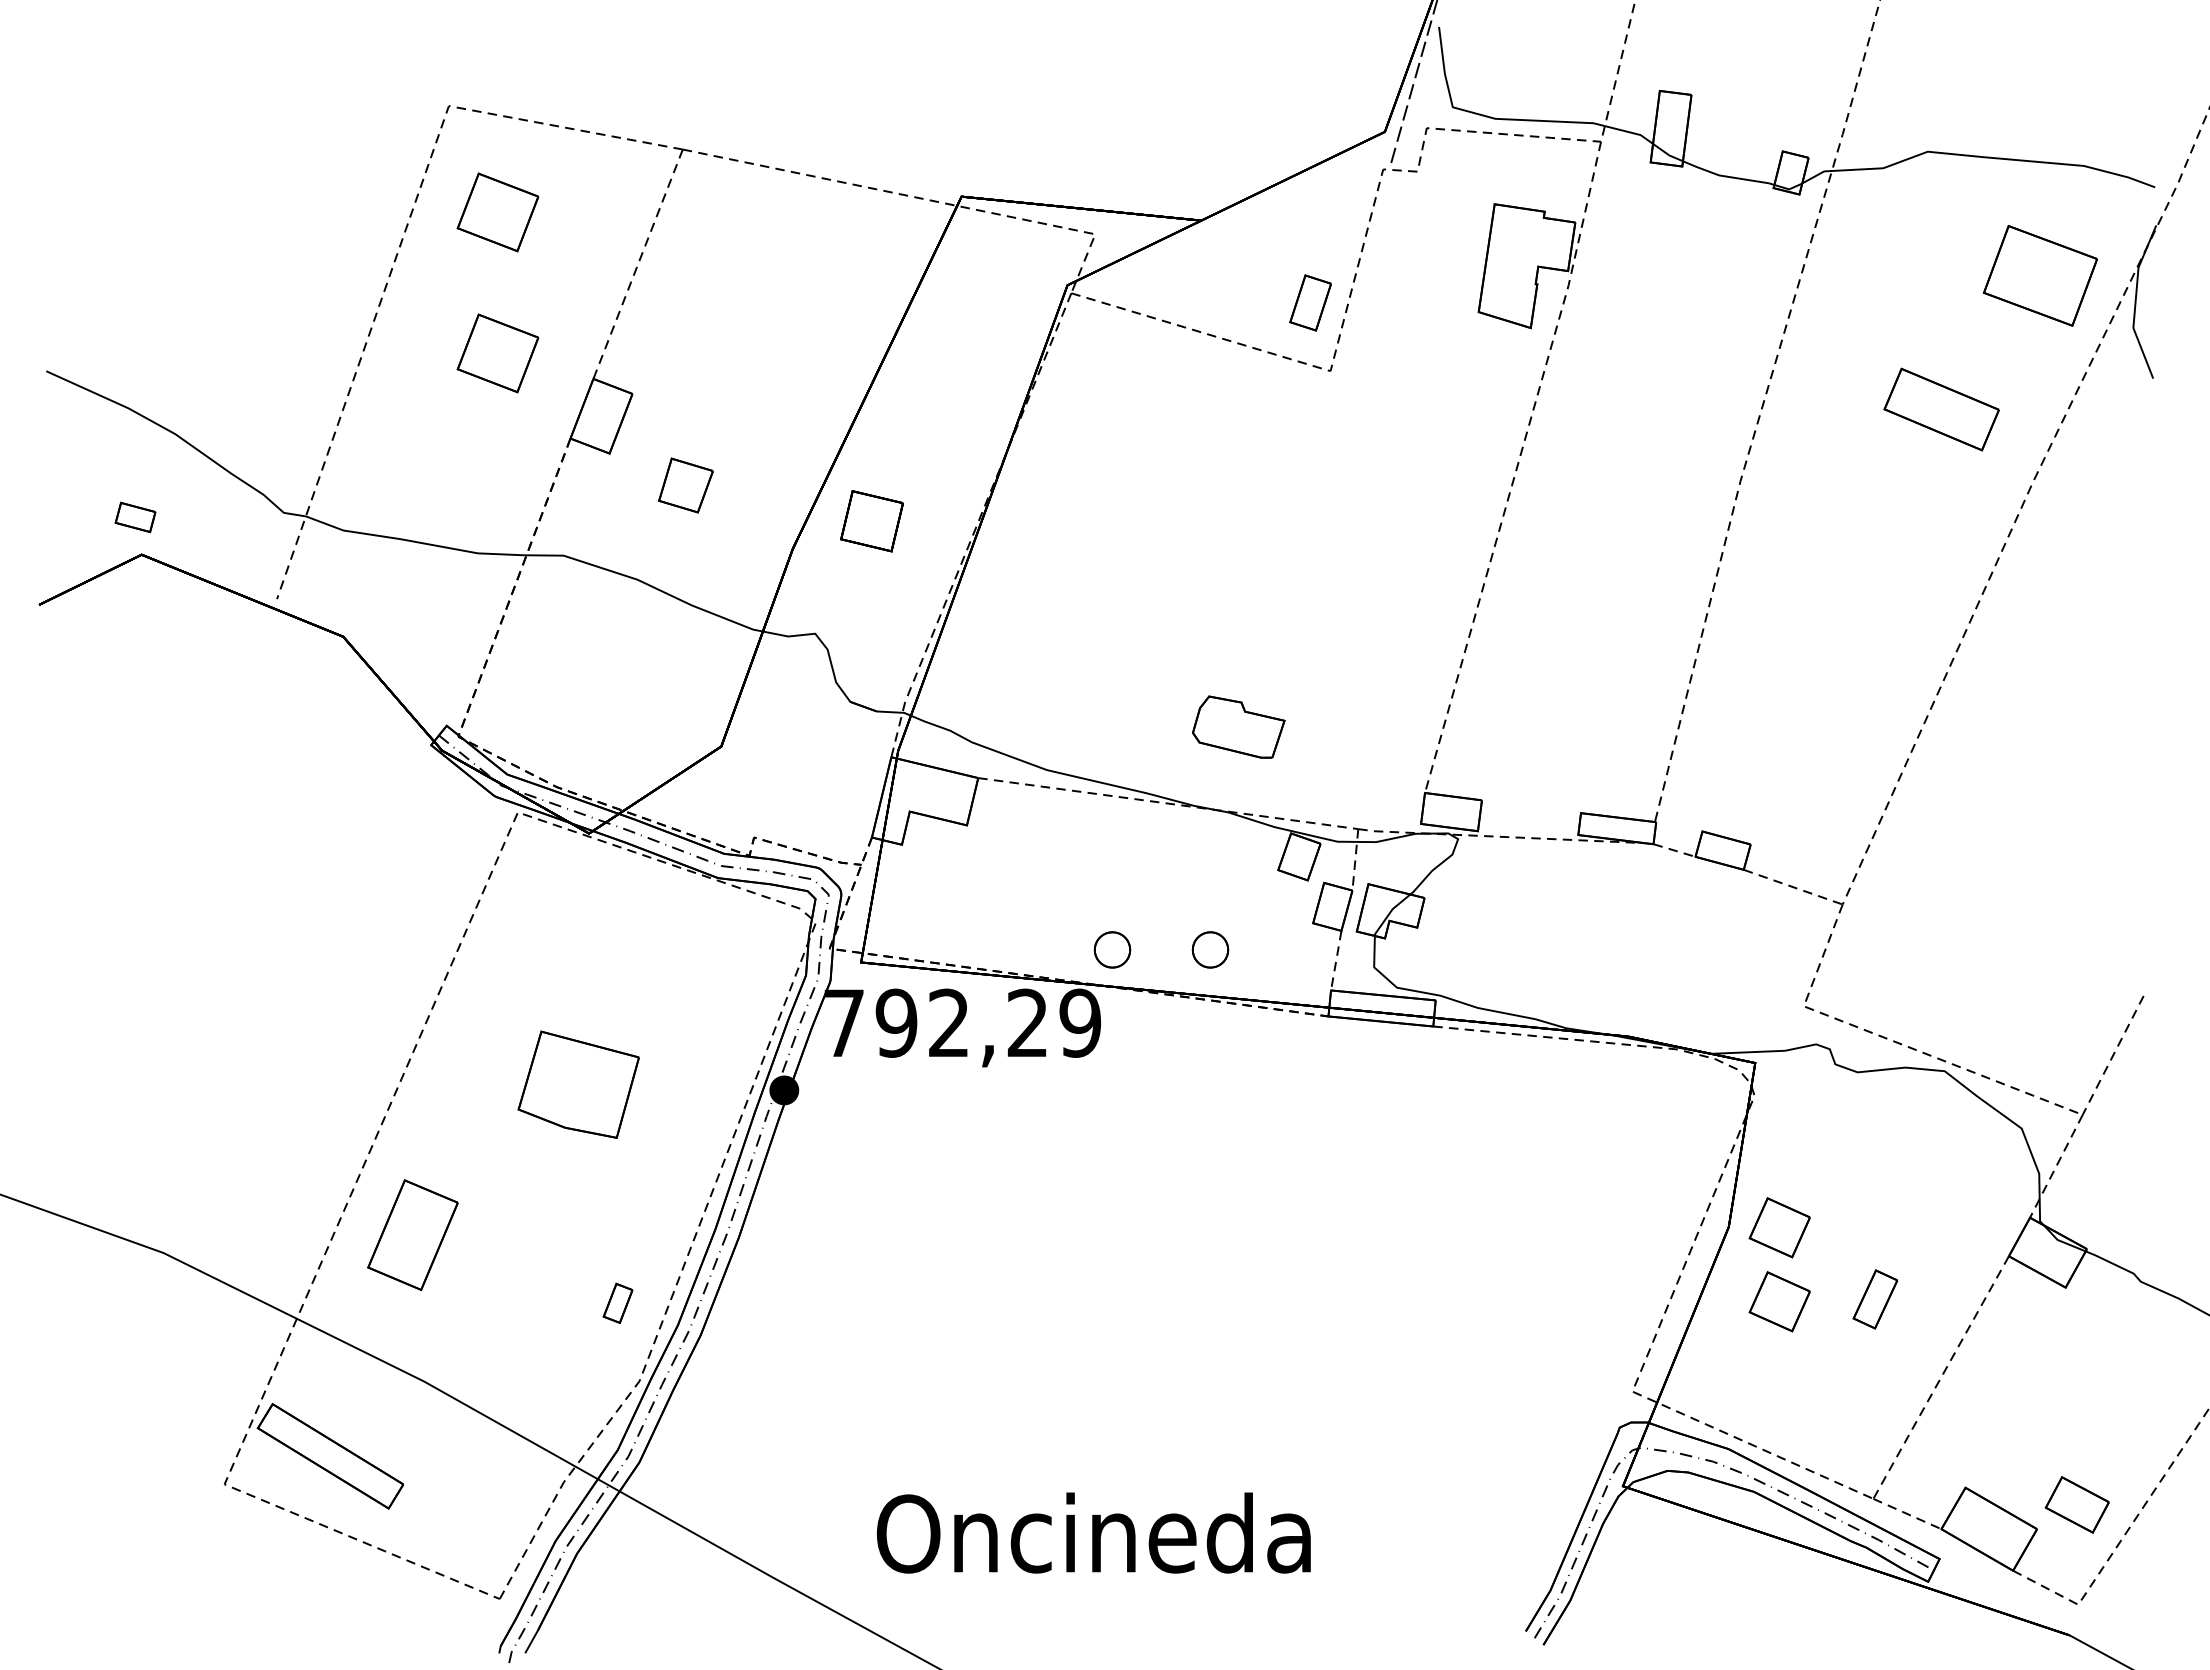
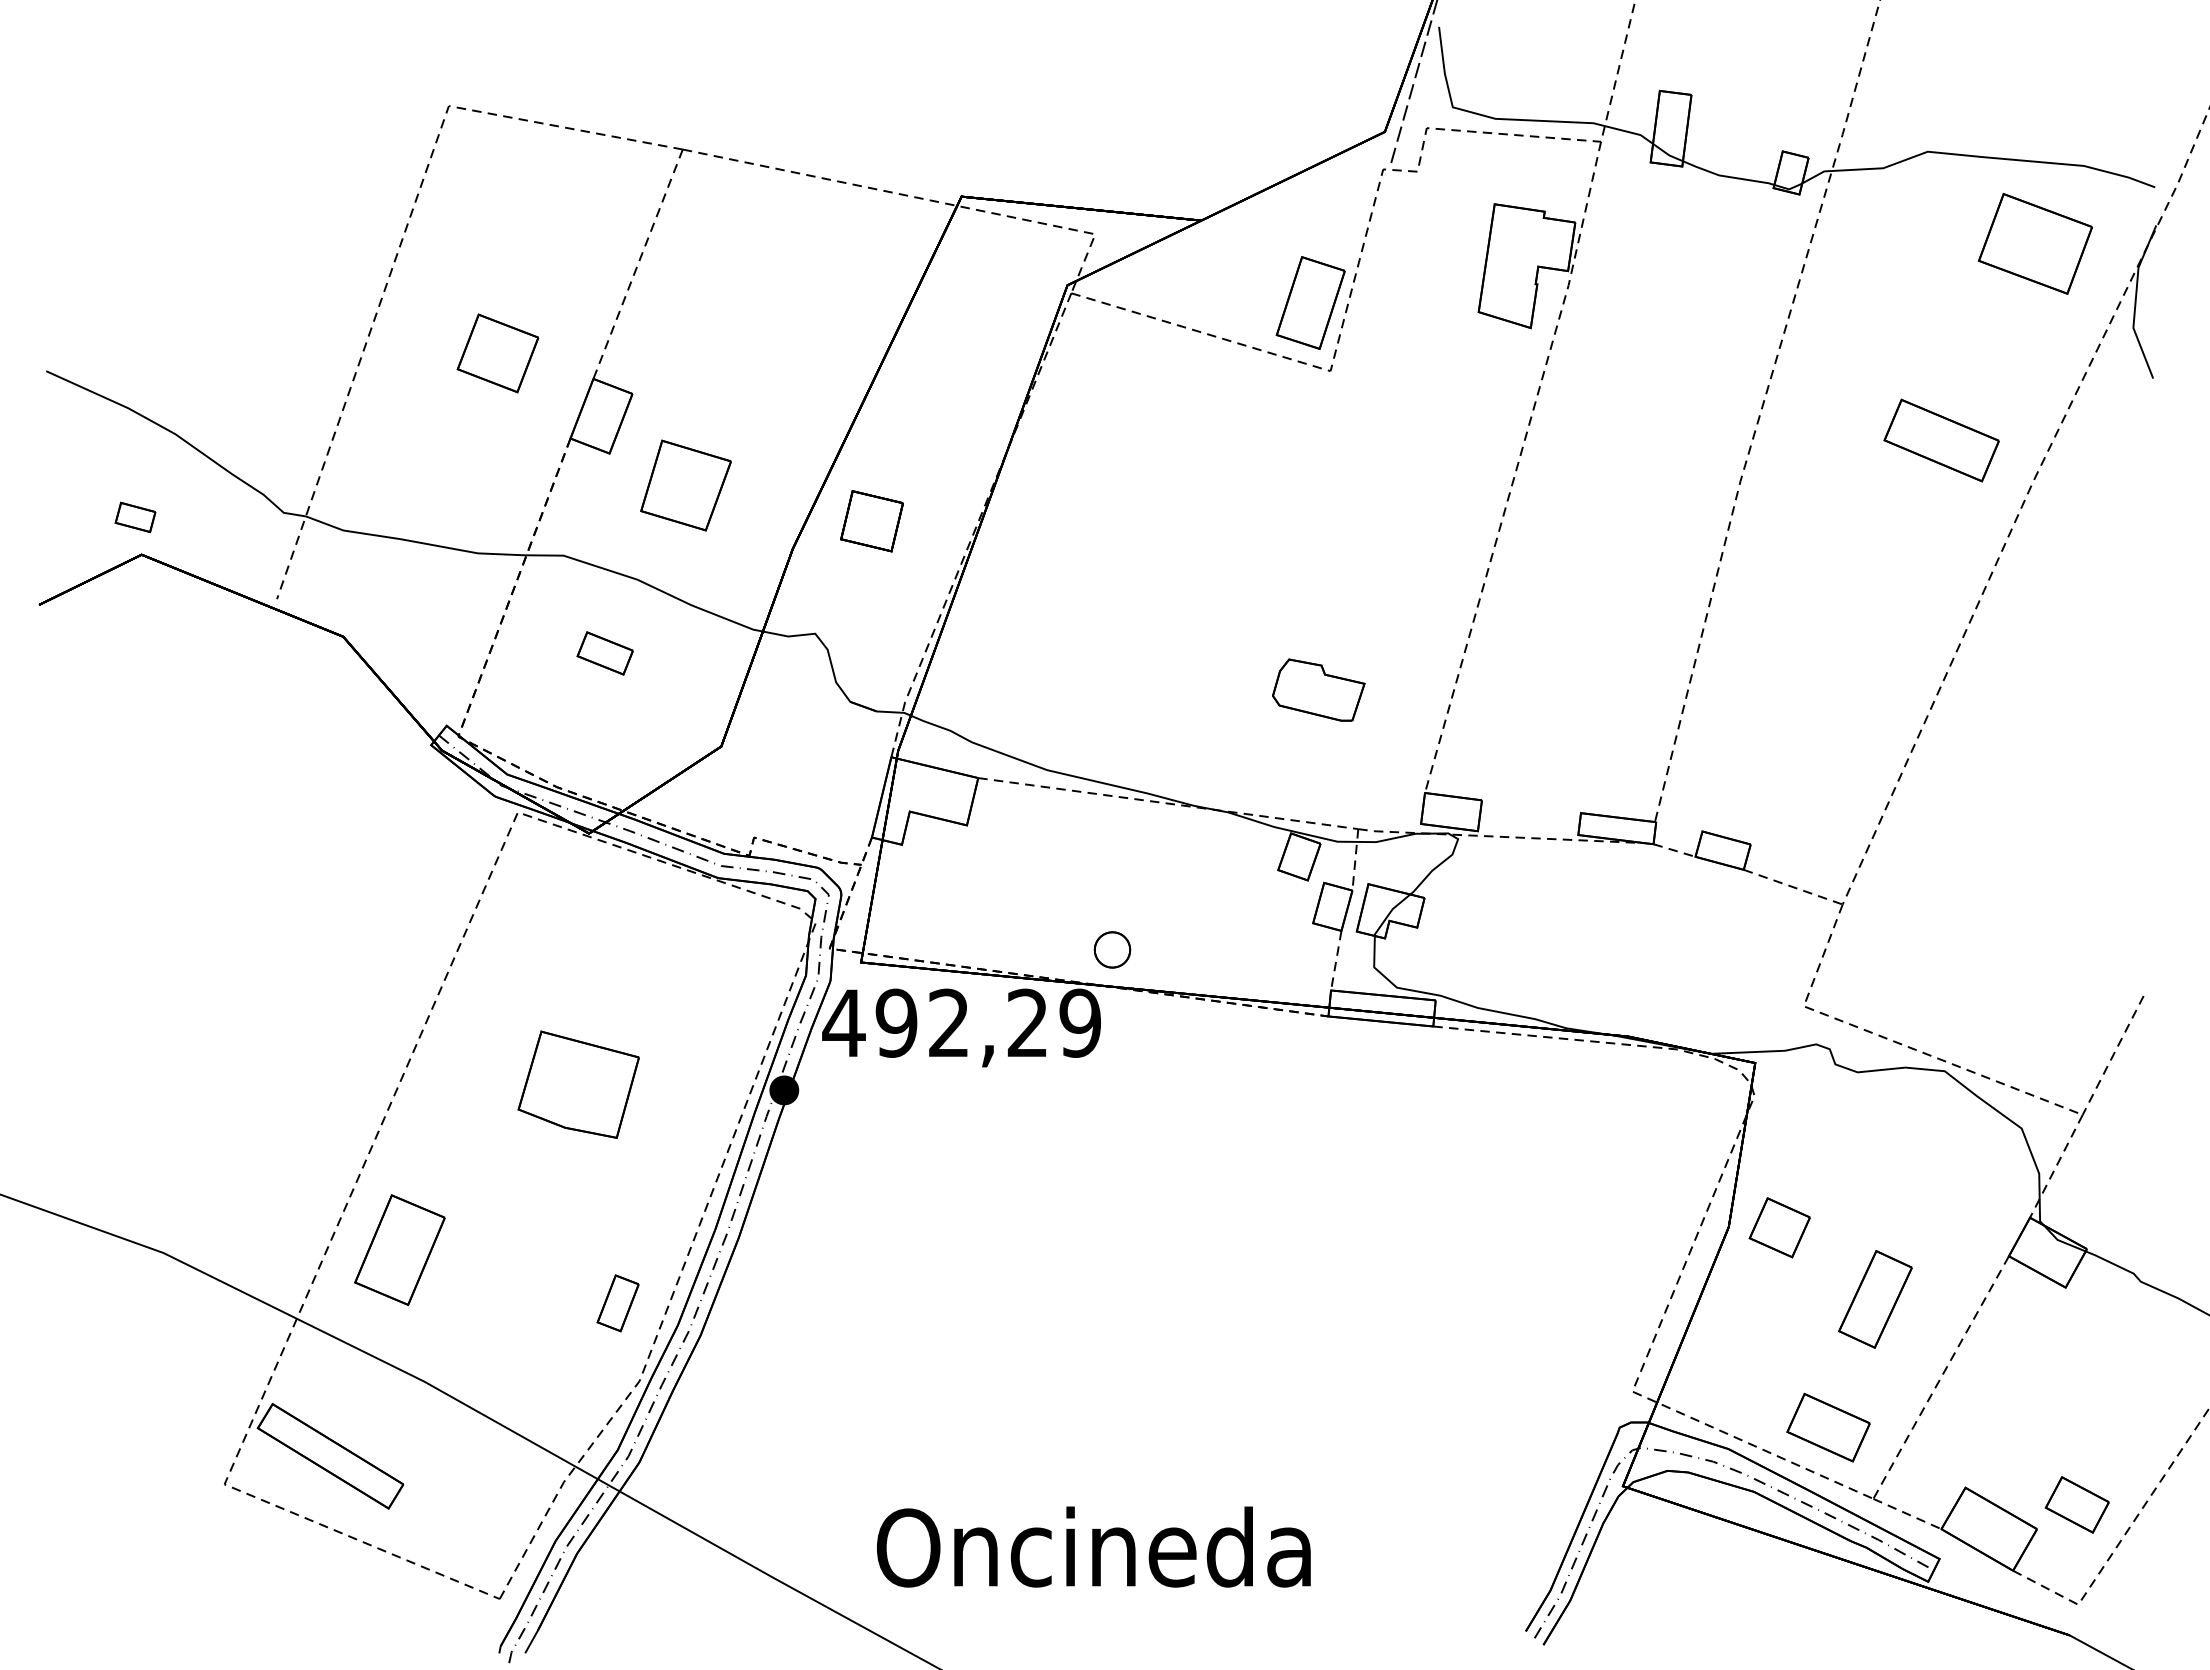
part at (497, 212): present -> none
part at (2039, 275) position: (2039, 275) -> (2034, 243)
part at (1310, 302) size: 43x58 px -> 71x94 px
part at (1941, 409) position: (1941, 409) -> (1941, 440)
part at (685, 485) size: 56x57 px -> 92x93 px
part at (604, 653): none -> present
part at (1238, 726) position: (1238, 726) -> (1318, 689)
part at (1210, 949): present -> none
text at (843, 1022): 792,29 -> 492,29
part at (412, 1234) position: (412, 1234) -> (399, 1249)
part at (1875, 1299) size: 47x61 px -> 75x99 px
part at (1779, 1301): present -> none
part at (617, 1302) size: 32x42 px -> 44x59 px
part at (1828, 1427): none -> present
text at (1093, 1532) position: (1093, 1532) -> (1093, 1546)
